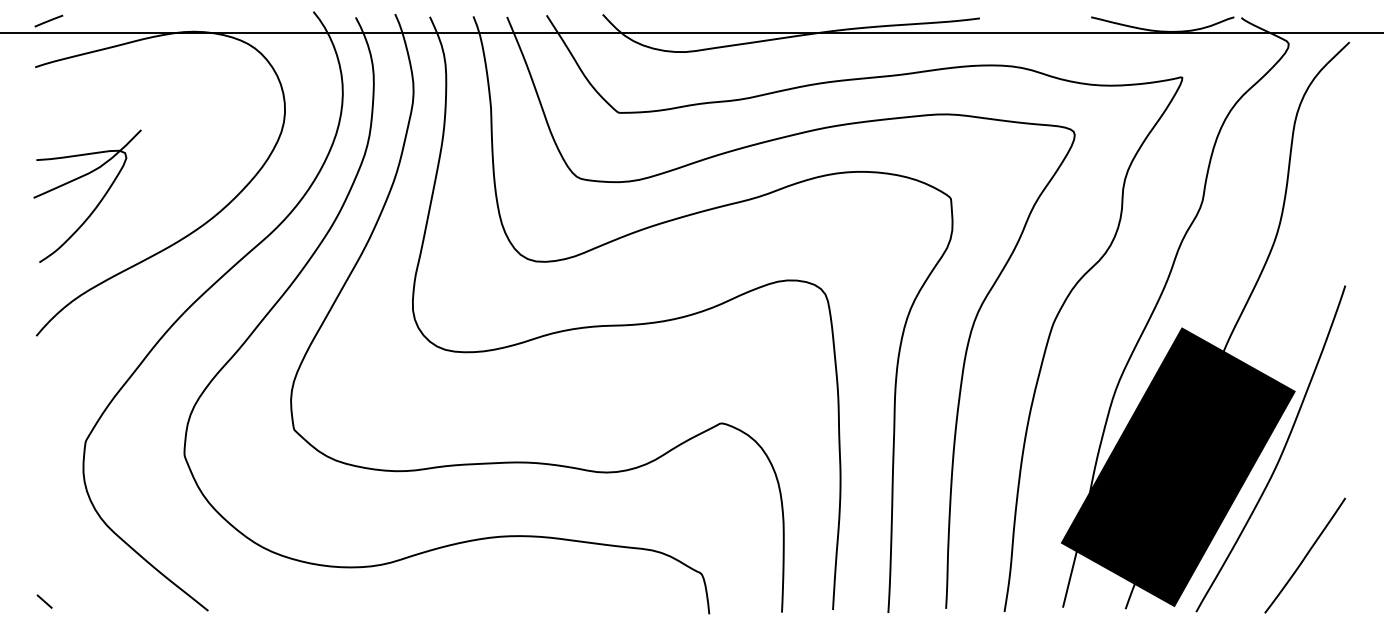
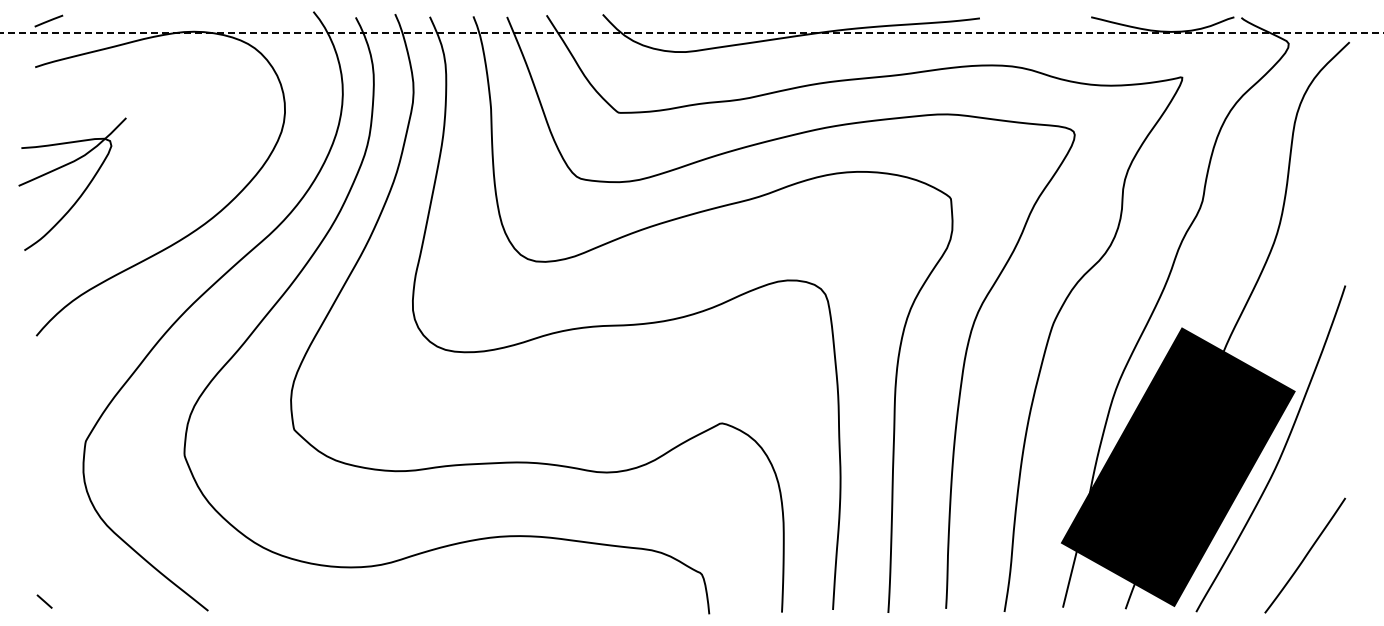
line at (692, 32): solid -> dashed
part at (98, 202) position: (98, 202) -> (83, 190)
